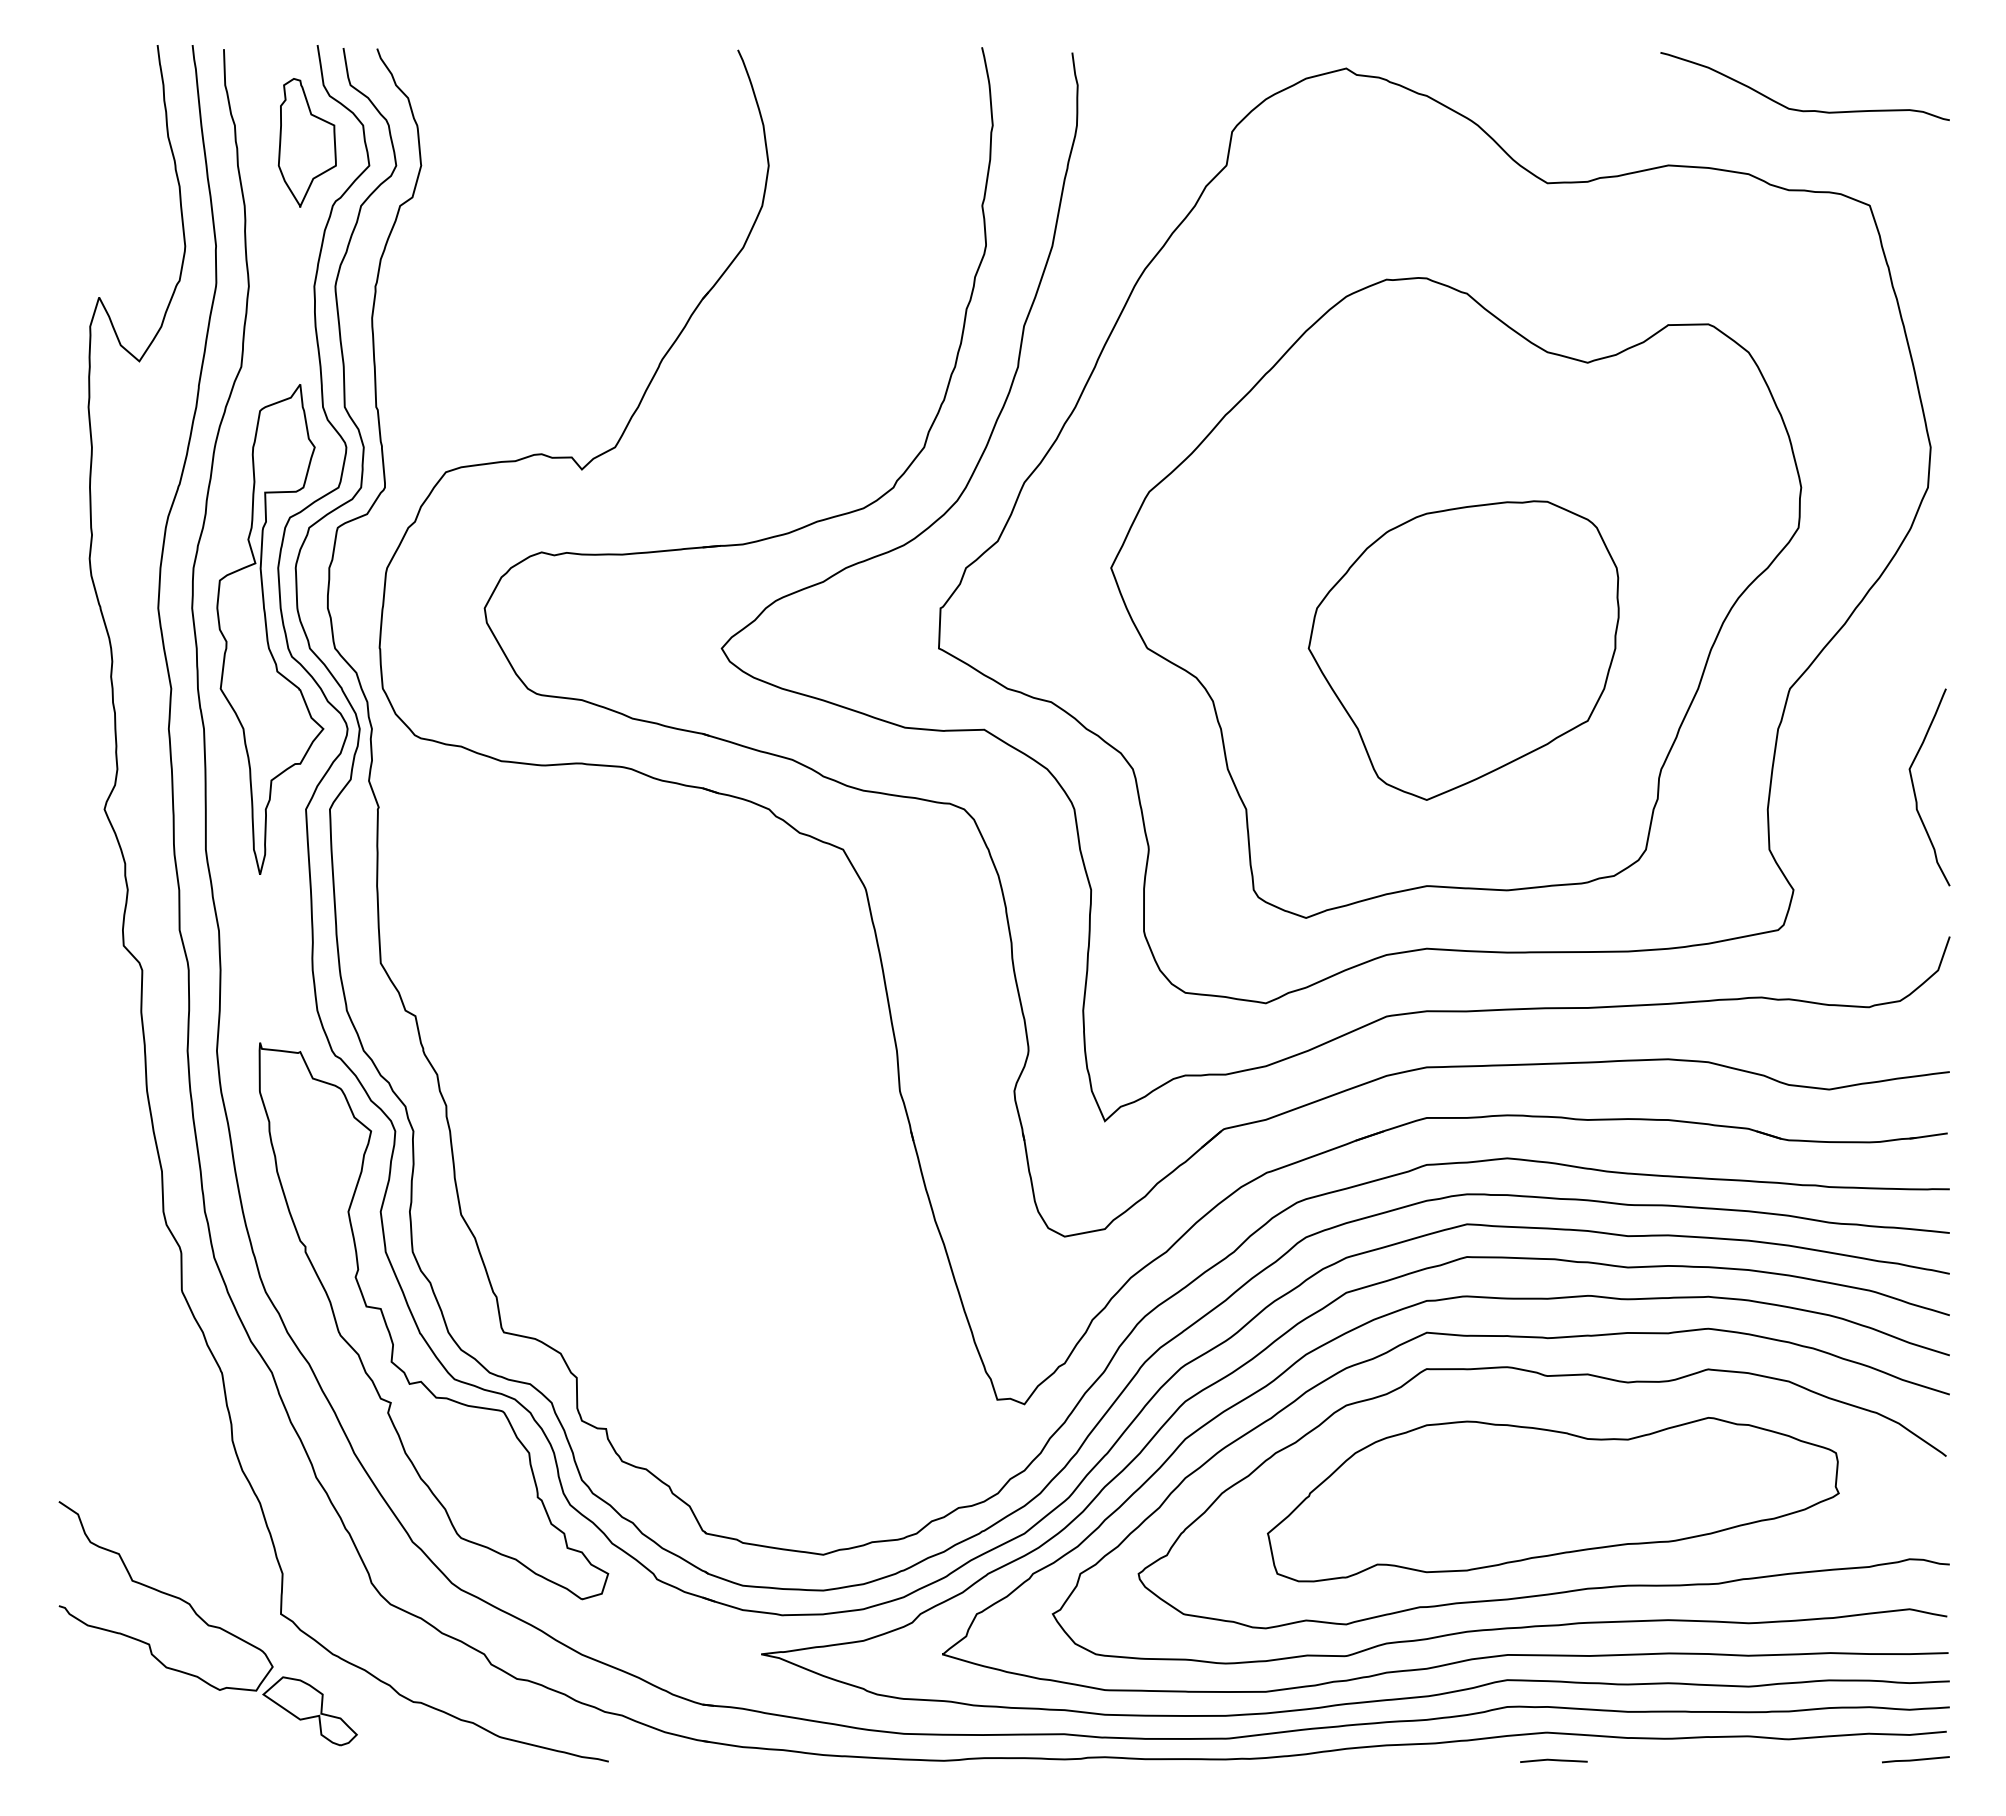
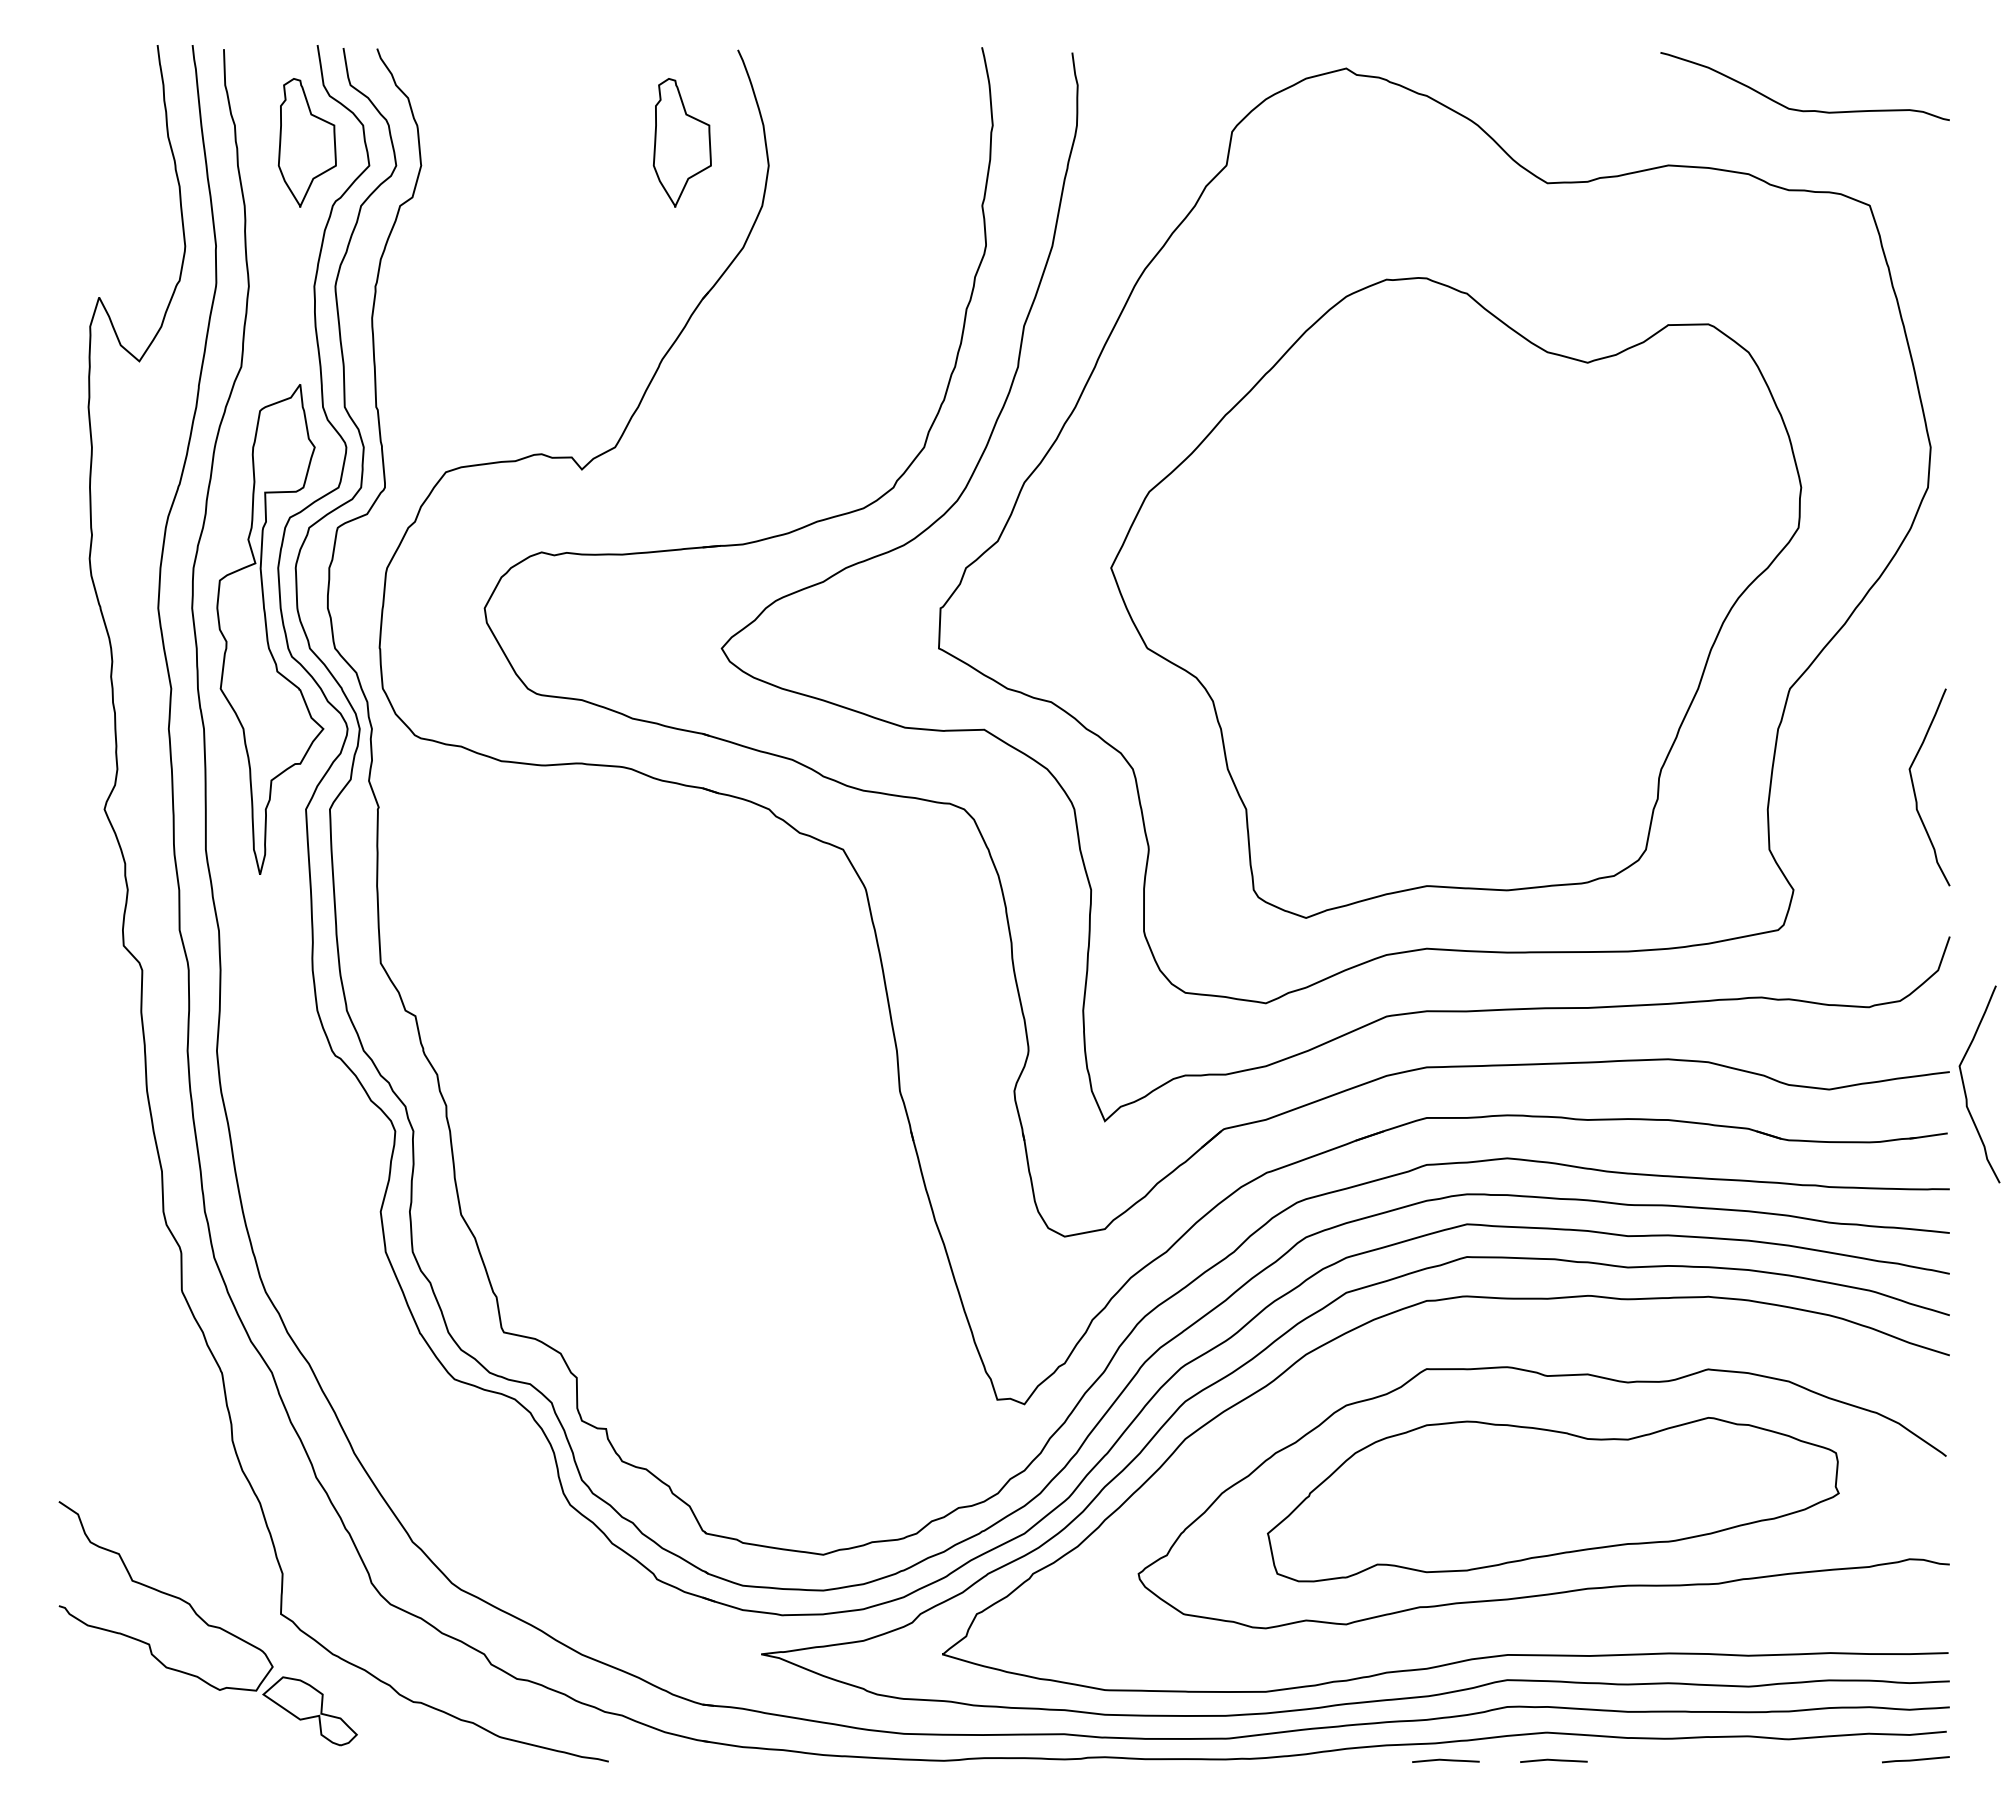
part at (681, 142): none -> present
part at (1463, 650): present -> none
curve at (1965, 1088): none -> present
part at (391, 1335): present -> none
curve at (1501, 1627): present -> none
curve at (1445, 1760): none -> present
